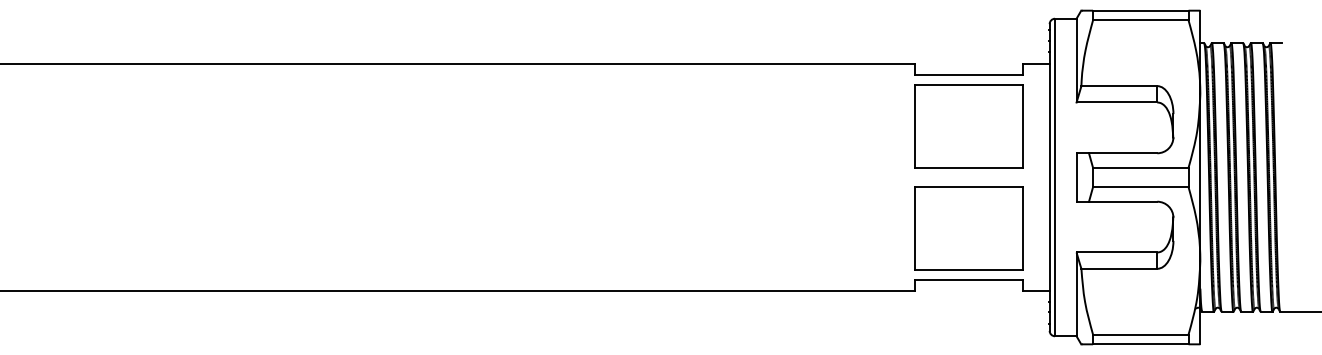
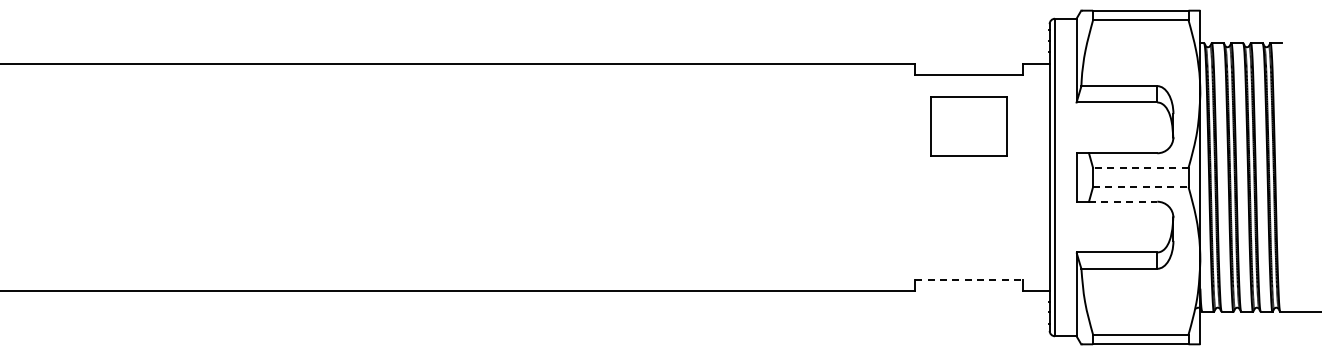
part at (968, 126) size: 110x85 px -> 78x61 px
line at (1140, 167): solid -> dashed
line at (1140, 187): solid -> dashed
line at (1123, 201): solid -> dashed
part at (968, 228): present -> none
line at (968, 279): solid -> dashed
